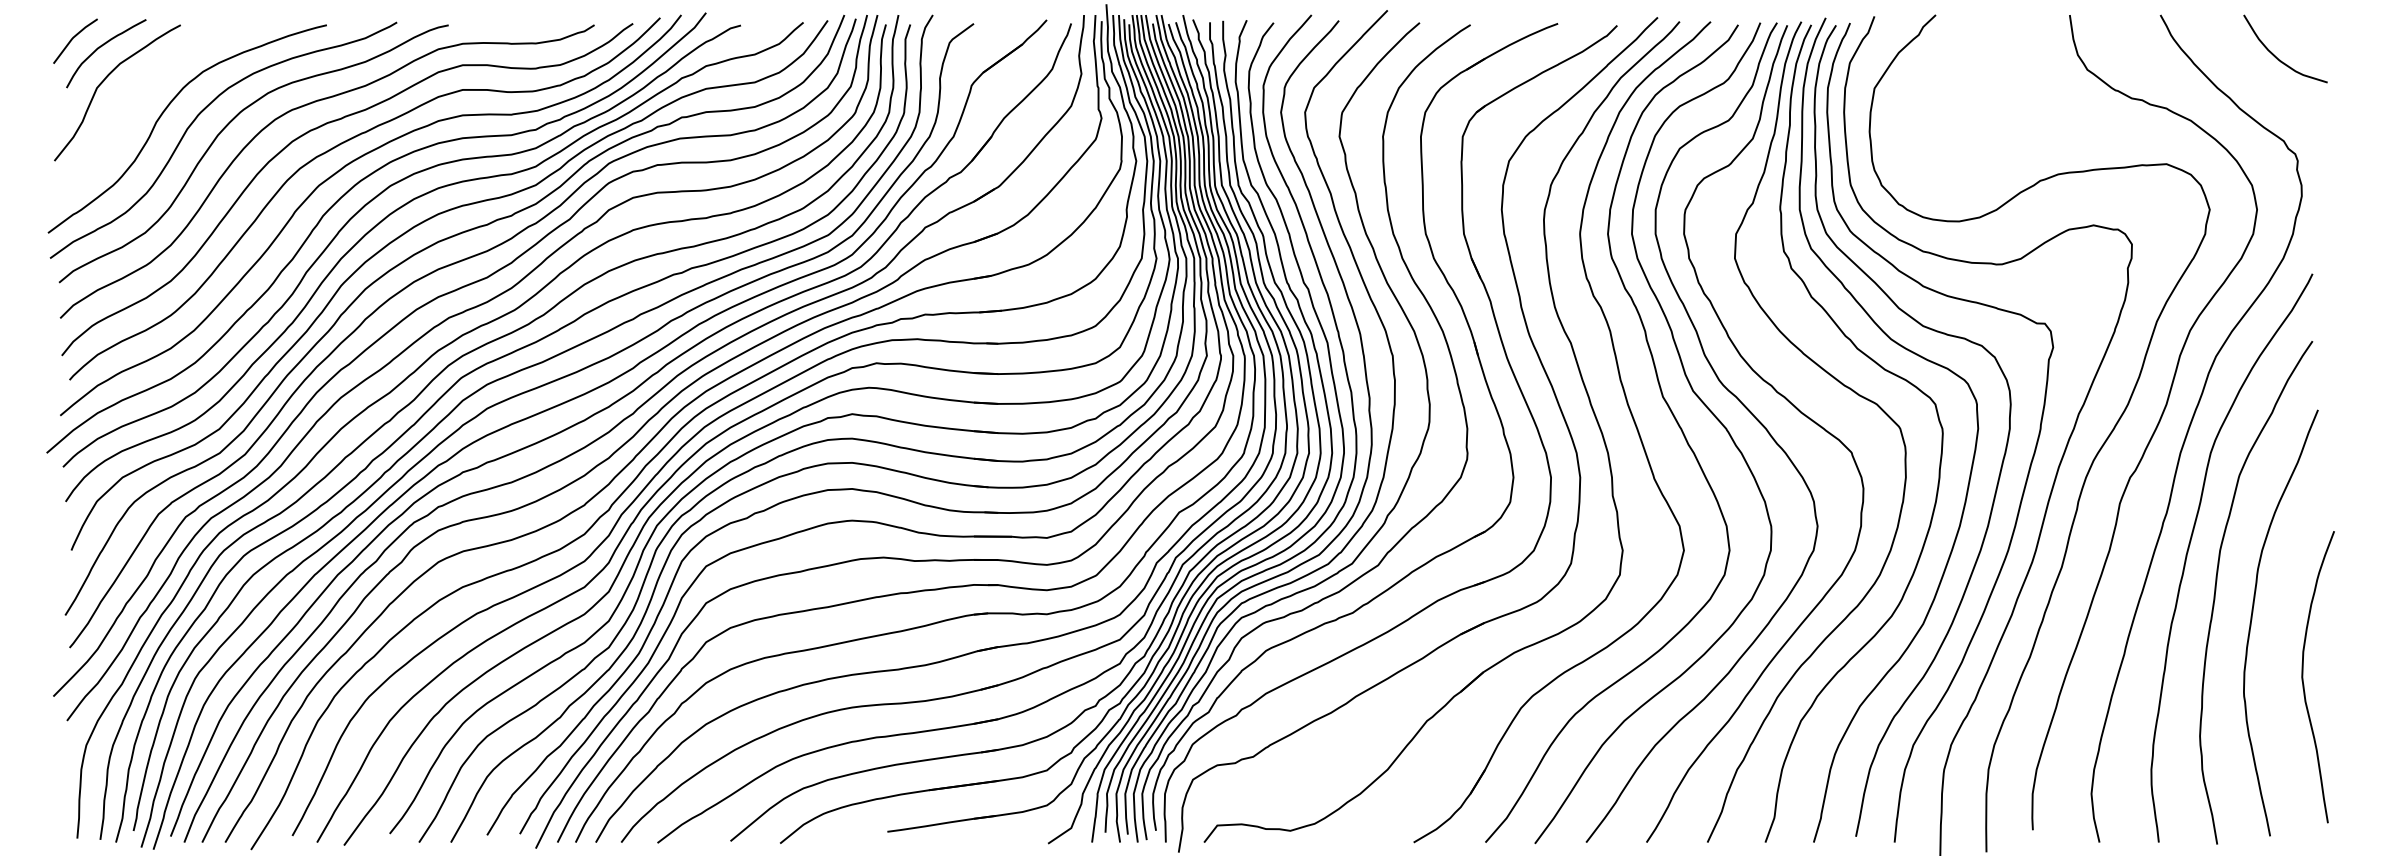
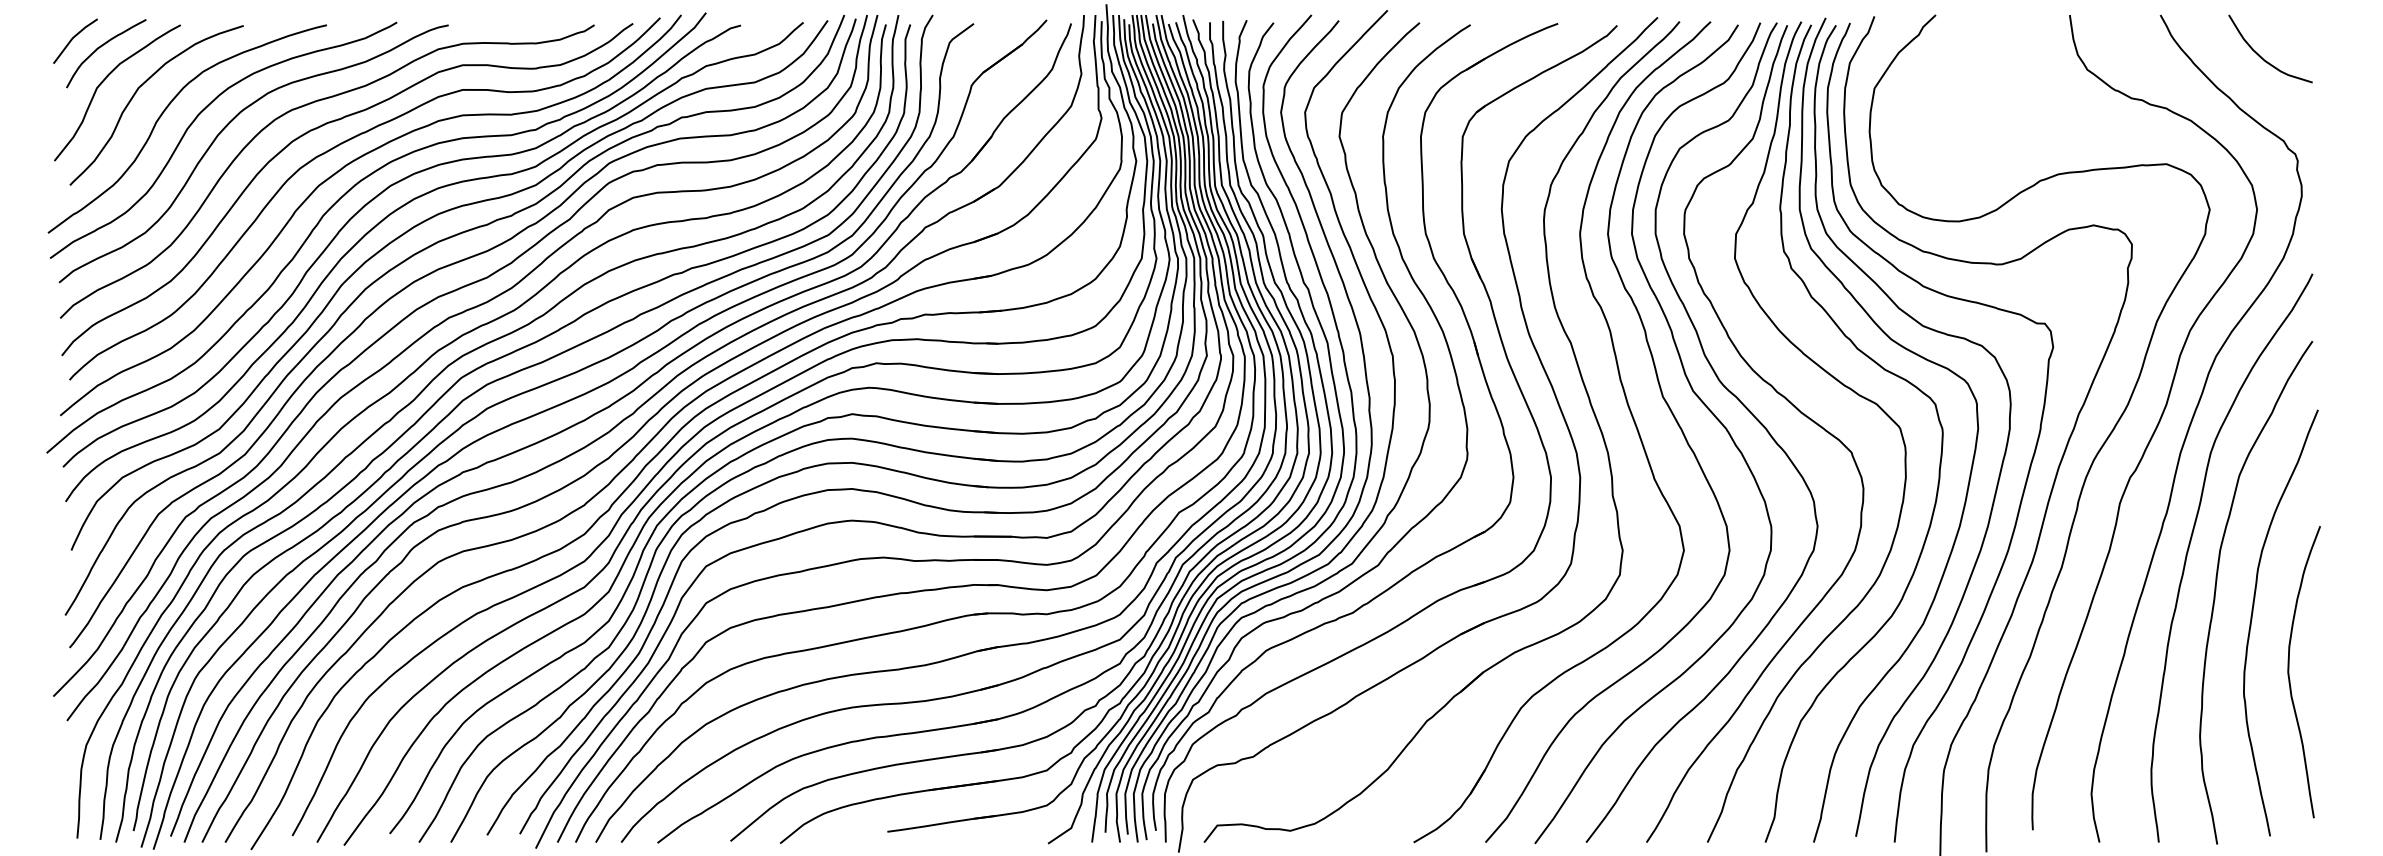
curve at (2276, 56) position: (2276, 56) -> (2261, 56)
curve at (136, 93): none -> present
curve at (2303, 677) position: (2303, 677) -> (2289, 672)
